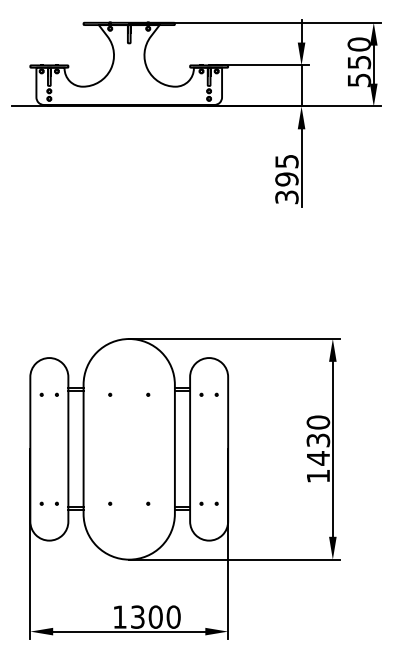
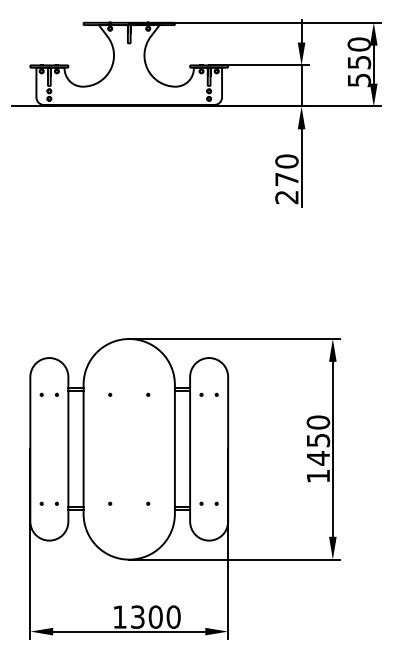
text at (286, 179): 395 -> 270
text at (317, 439): 1430 -> 1450
